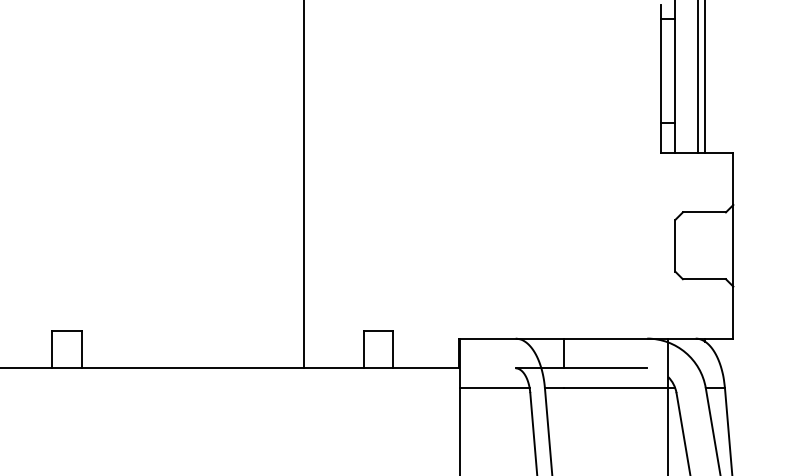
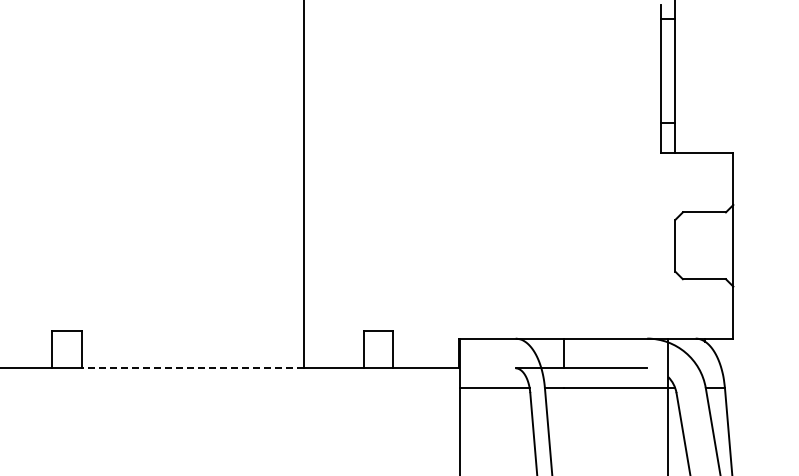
line at (697, 77): present -> none
line at (705, 77): present -> none
line at (192, 368): solid -> dashed
